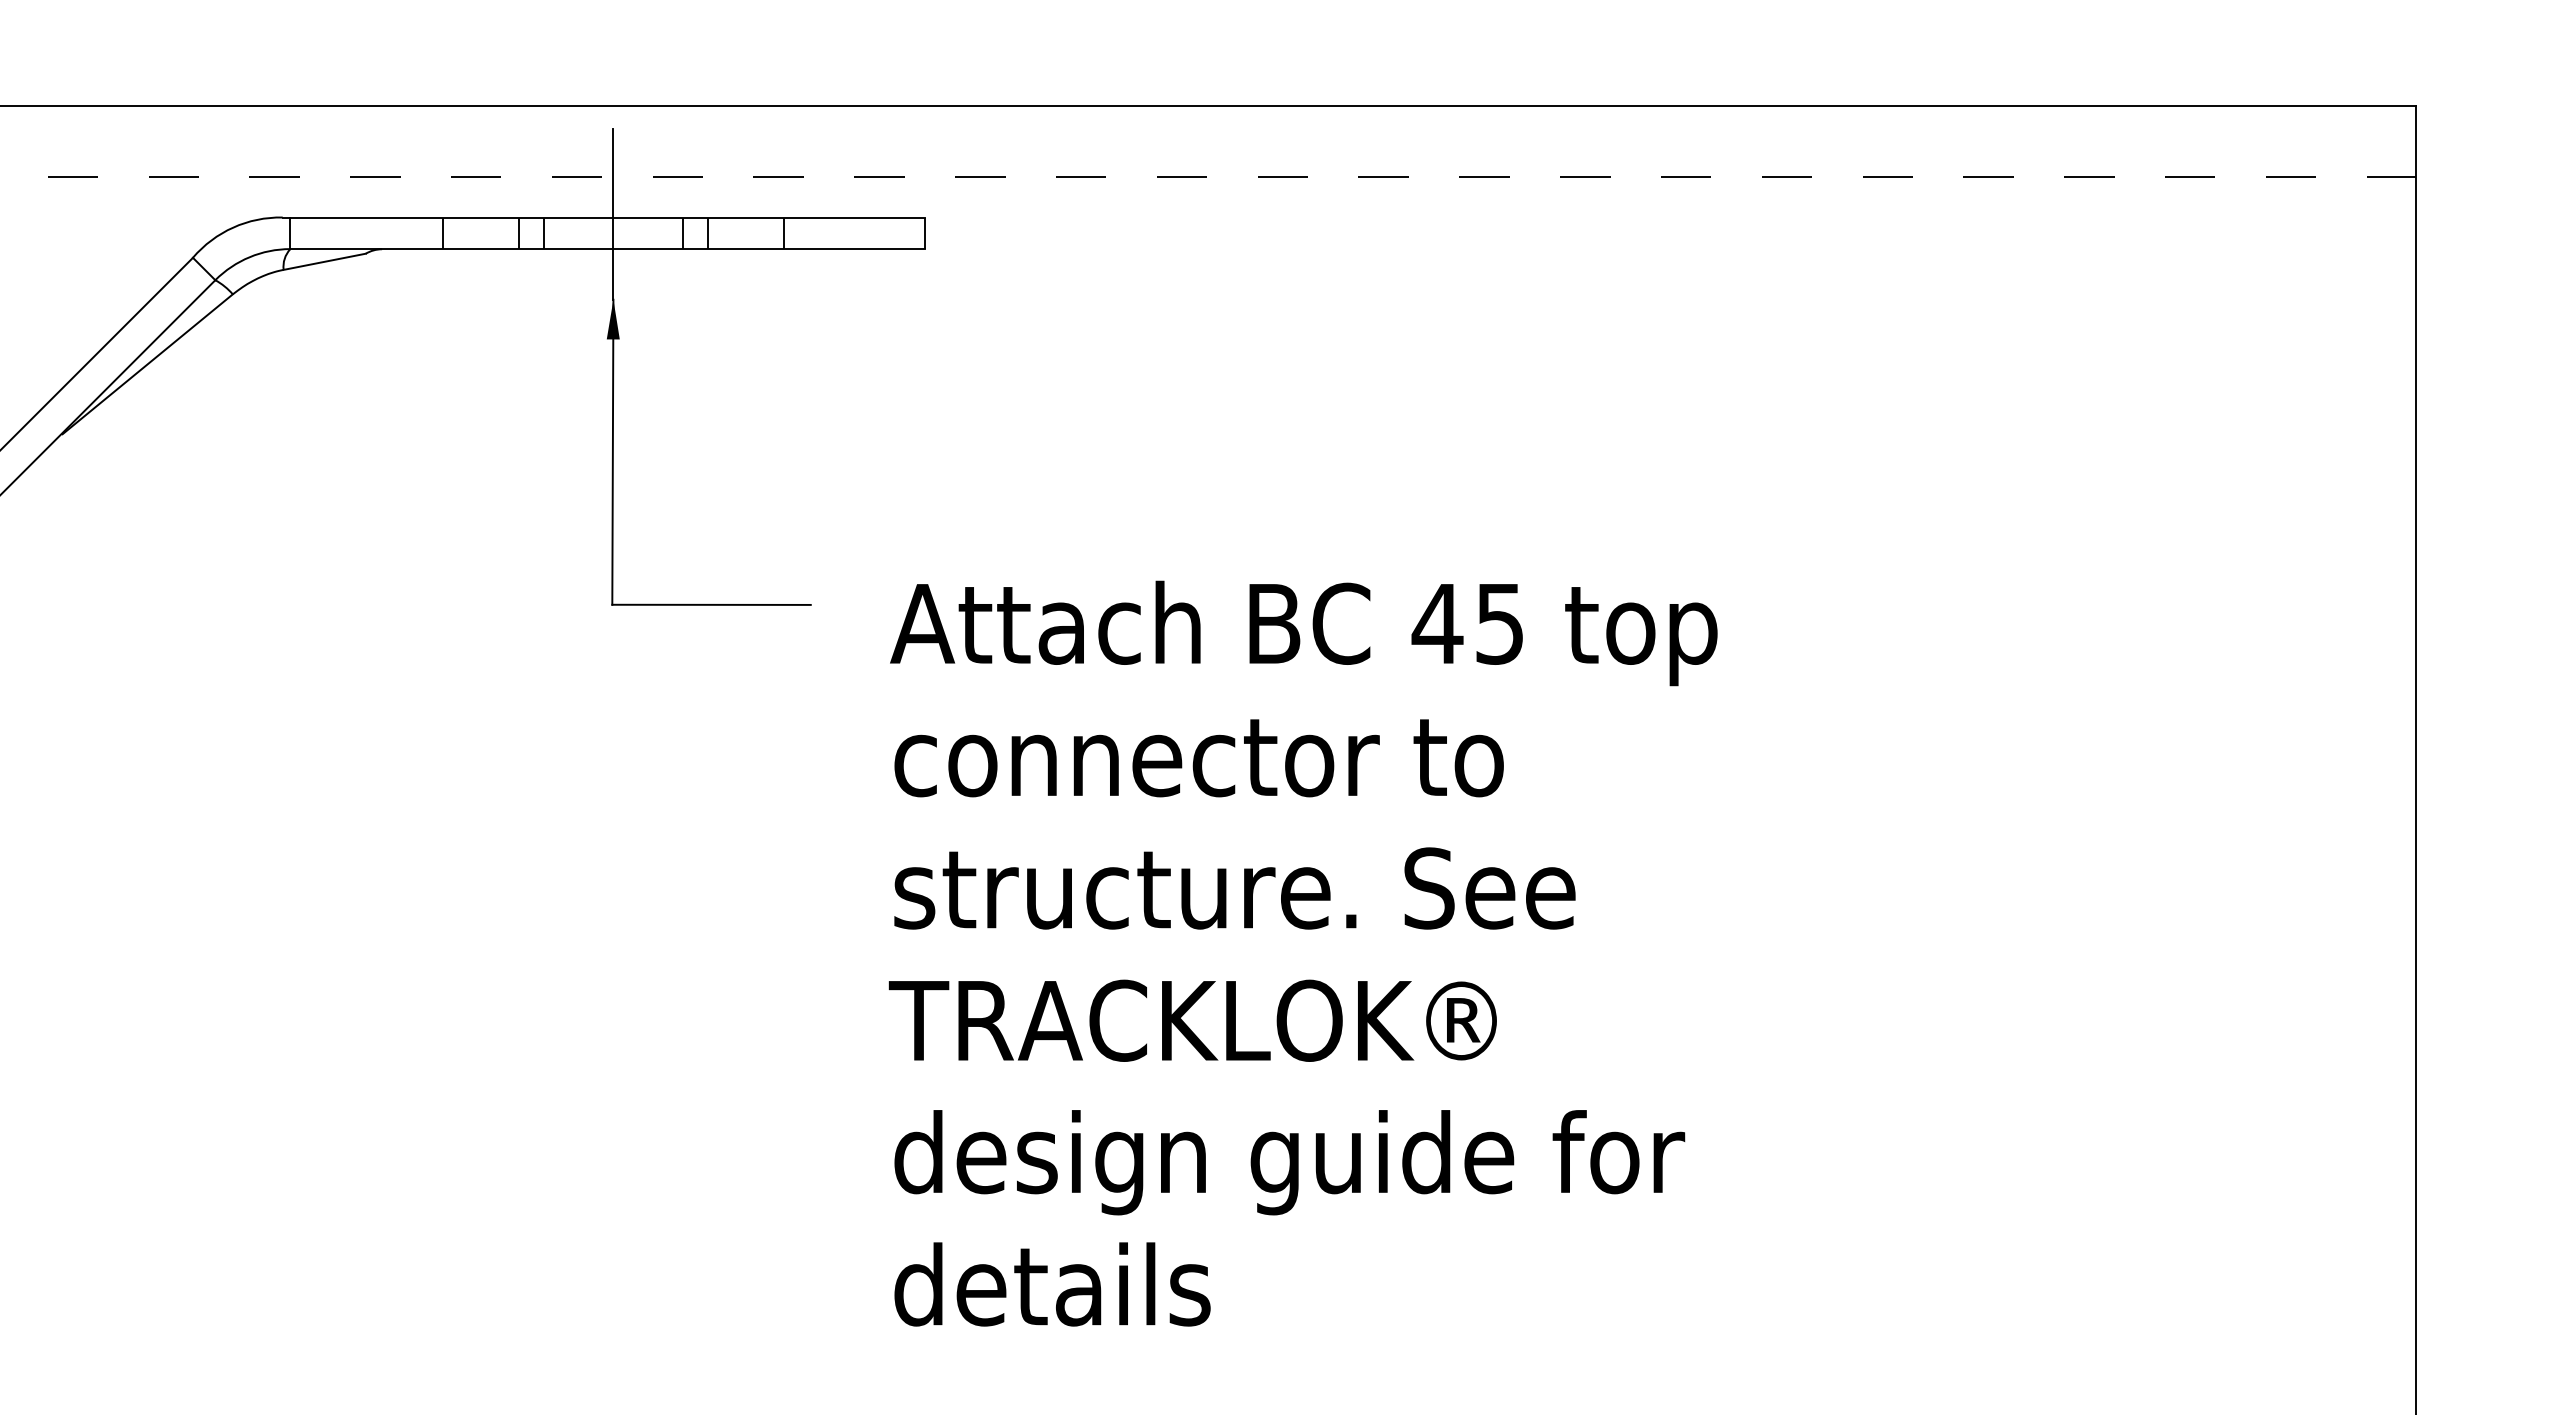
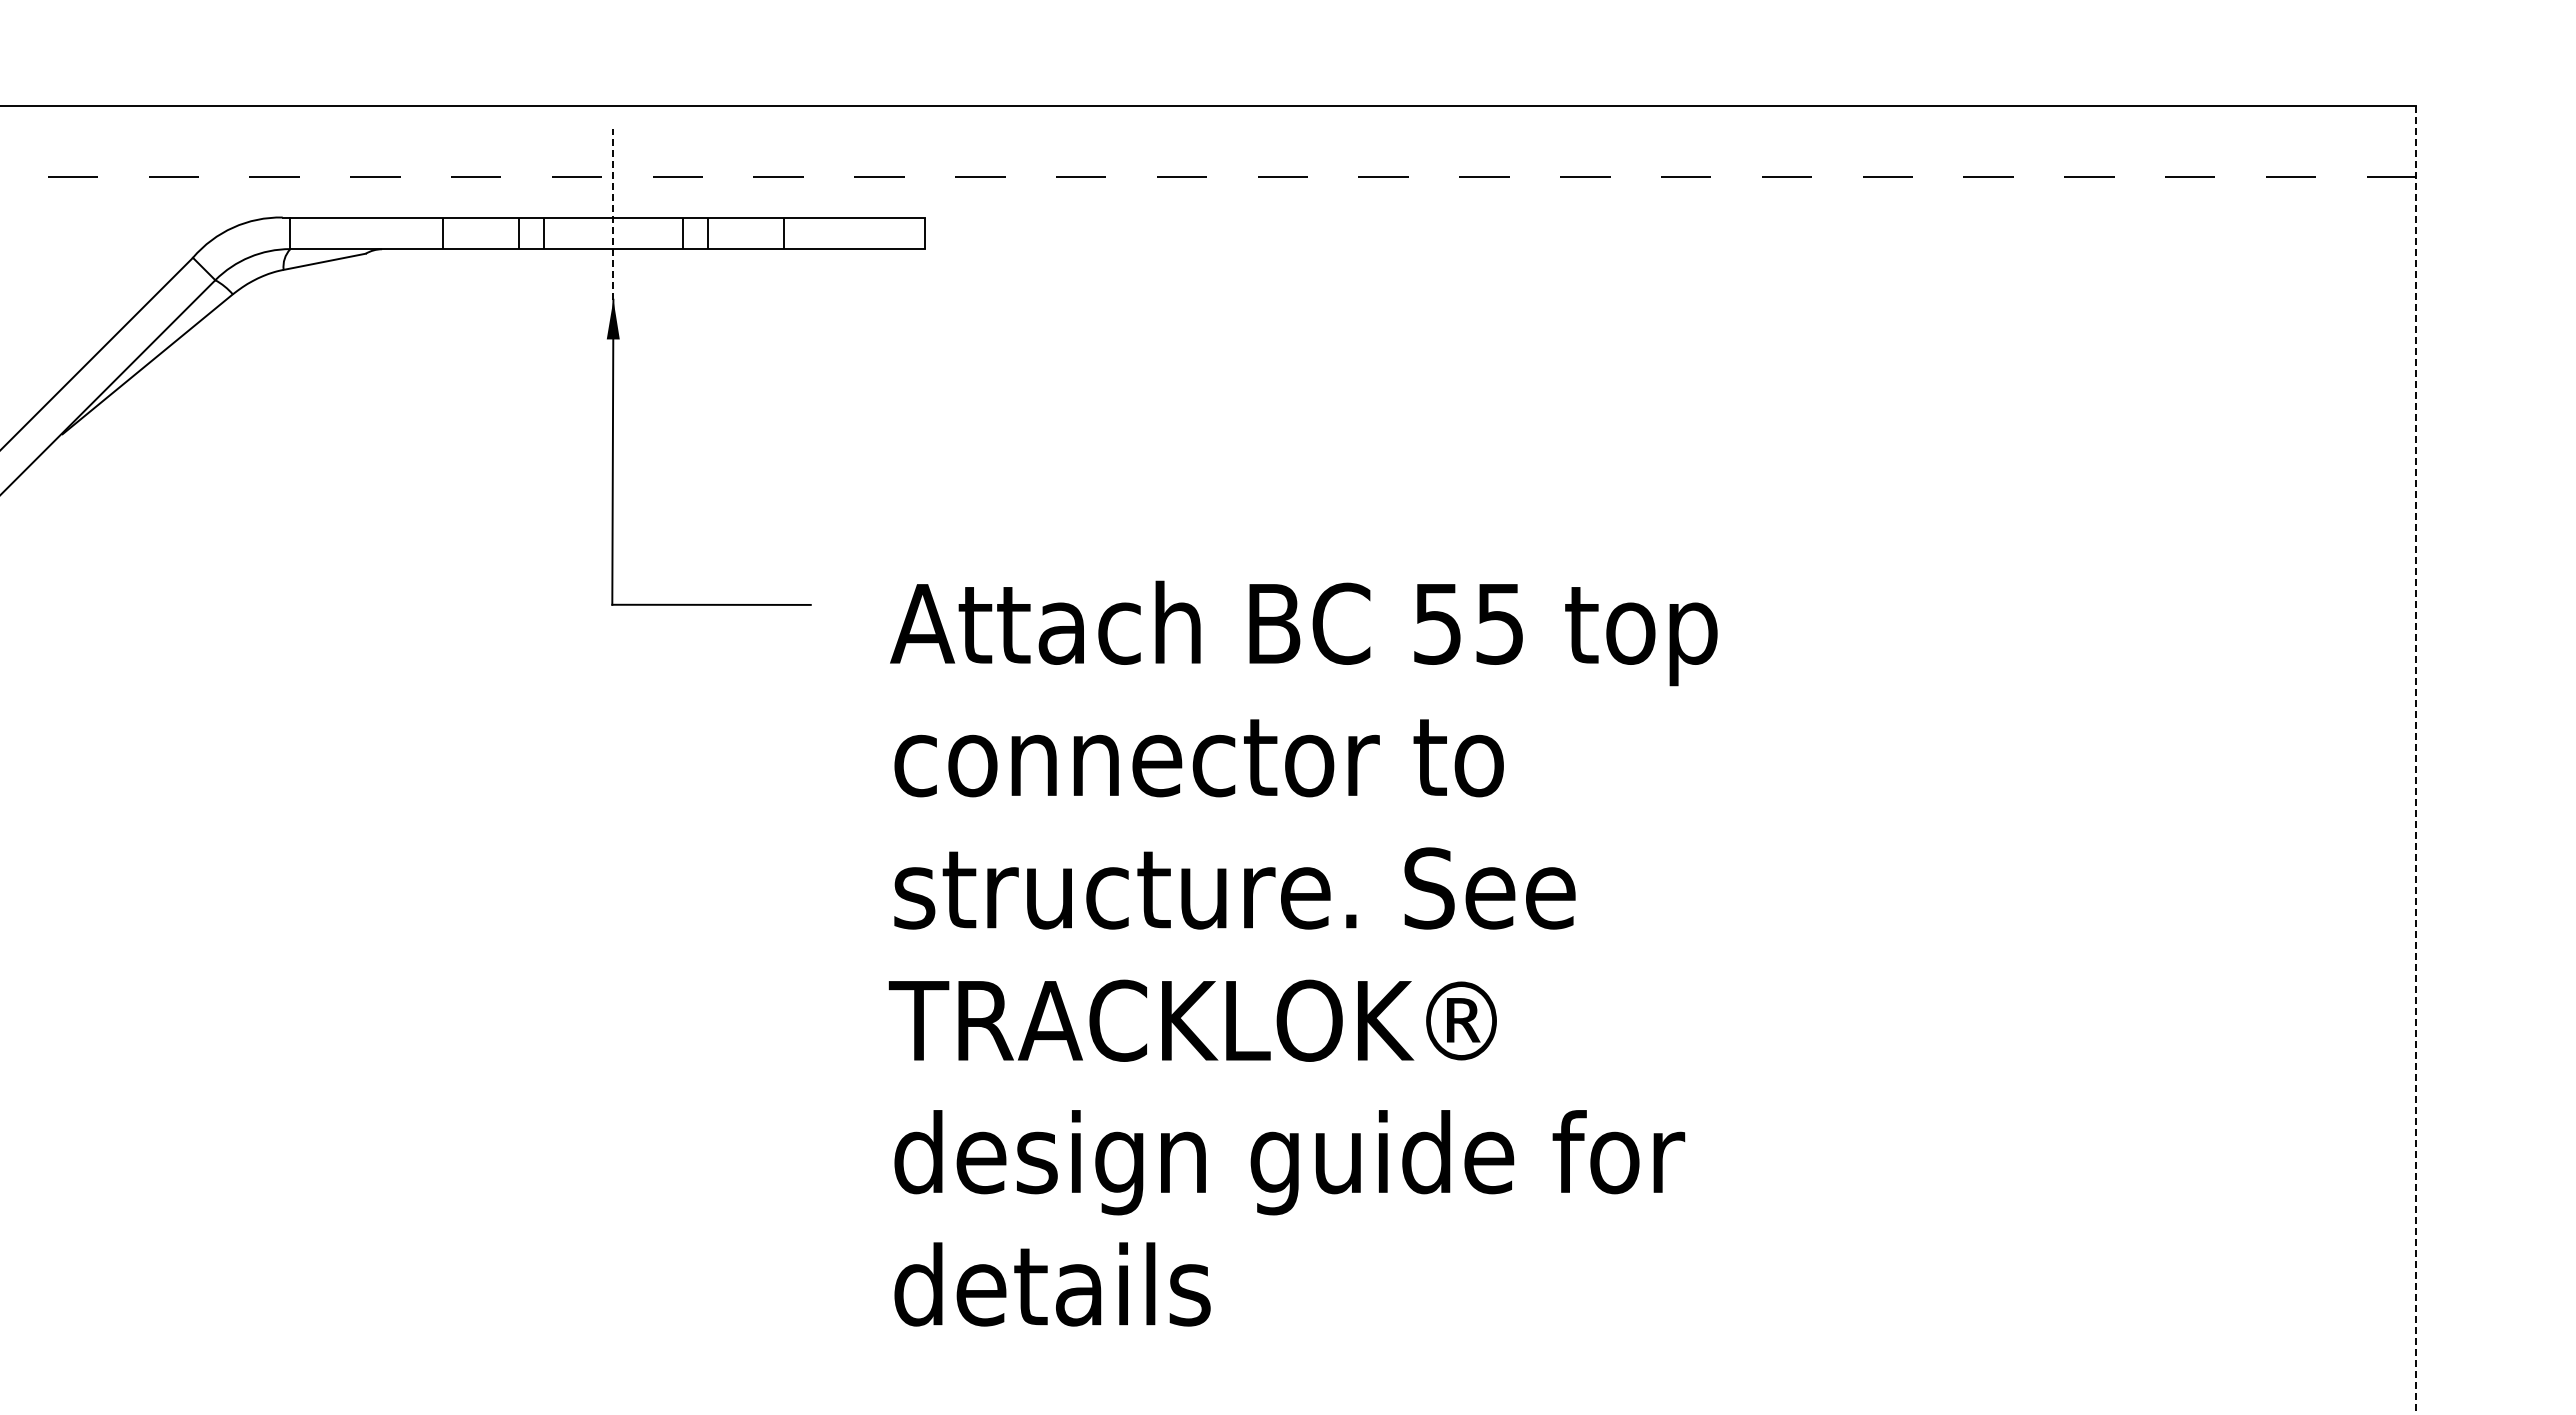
line at (613, 213): solid -> dashed
text at (1437, 624): 45 -> 55
line at (2415, 760): solid -> dashed
